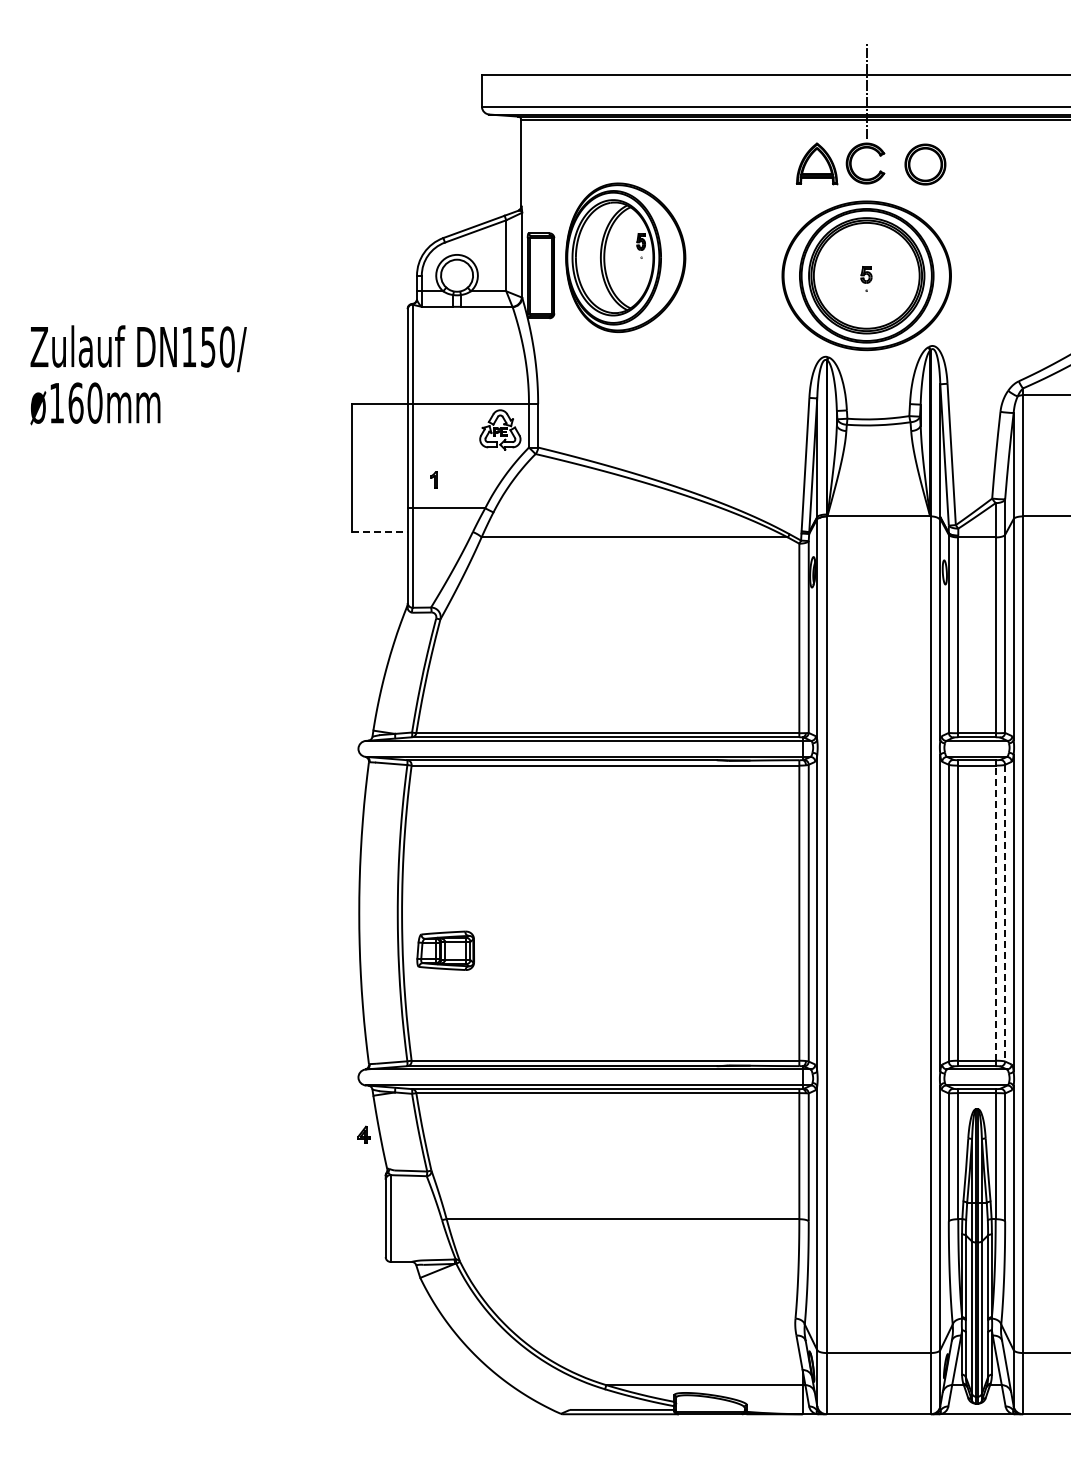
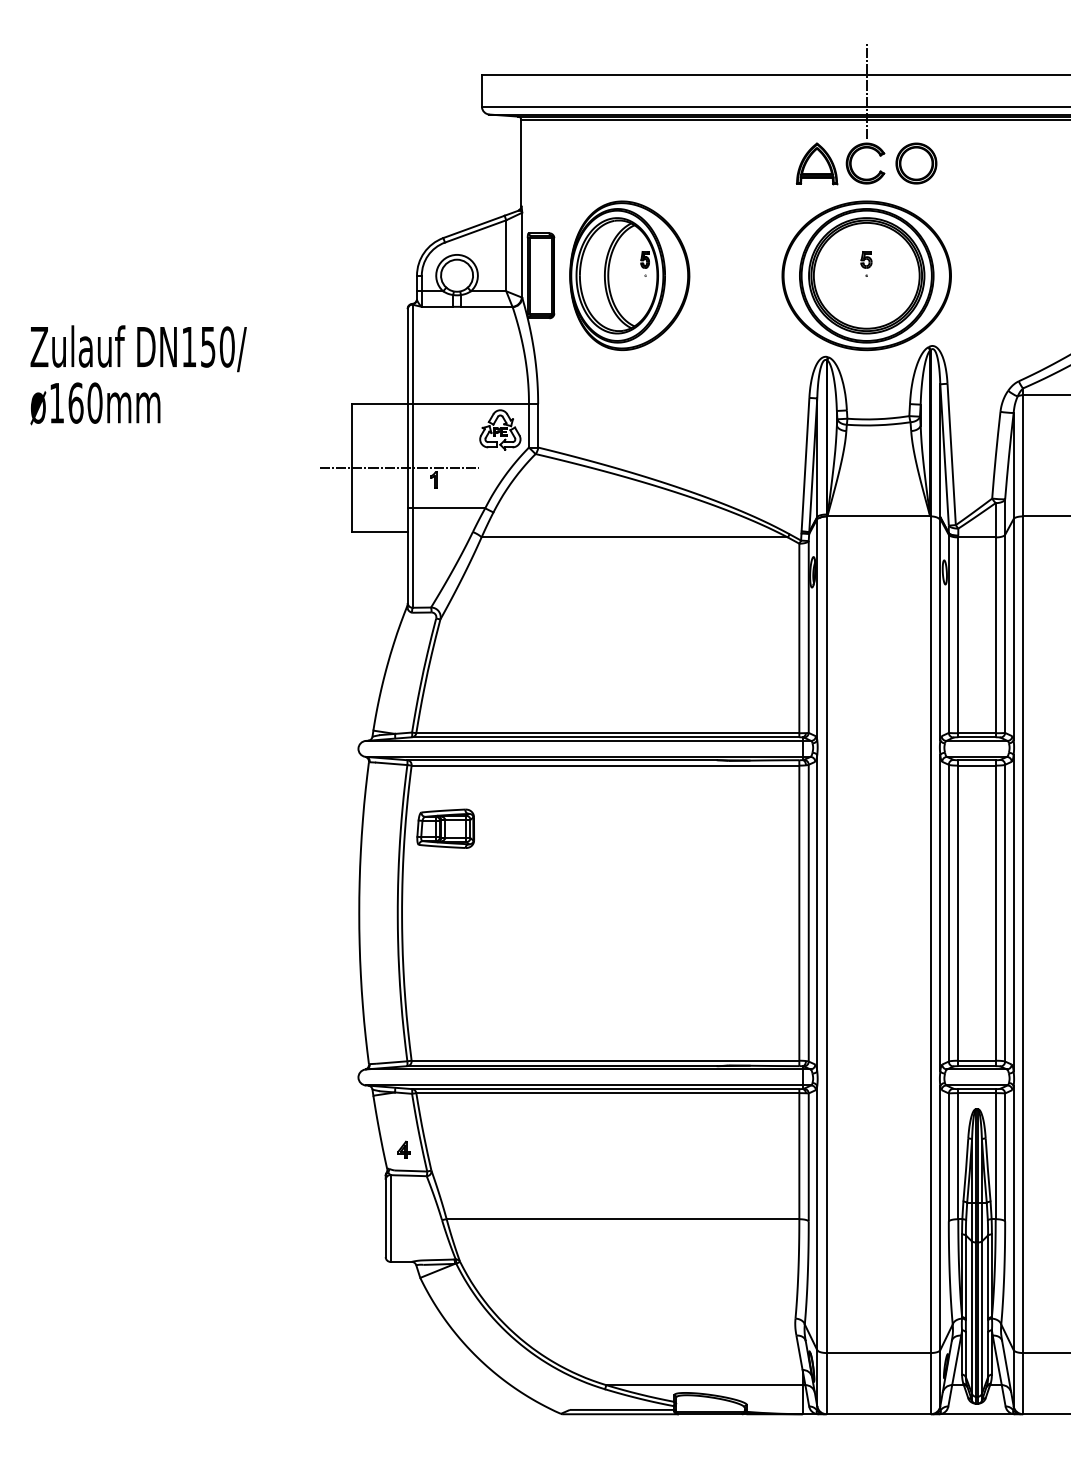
part at (925, 164) position: (925, 164) -> (916, 163)
part at (625, 257) position: (625, 257) -> (629, 275)
part at (866, 278) position: (866, 278) -> (866, 263)
line at (399, 468): none -> present
line at (380, 532): dashed -> solid
line at (995, 913): dashed -> solid
line at (1005, 913): dashed -> solid
part at (445, 950) position: (445, 950) -> (445, 828)
part at (363, 1134) position: (363, 1134) -> (403, 1149)
